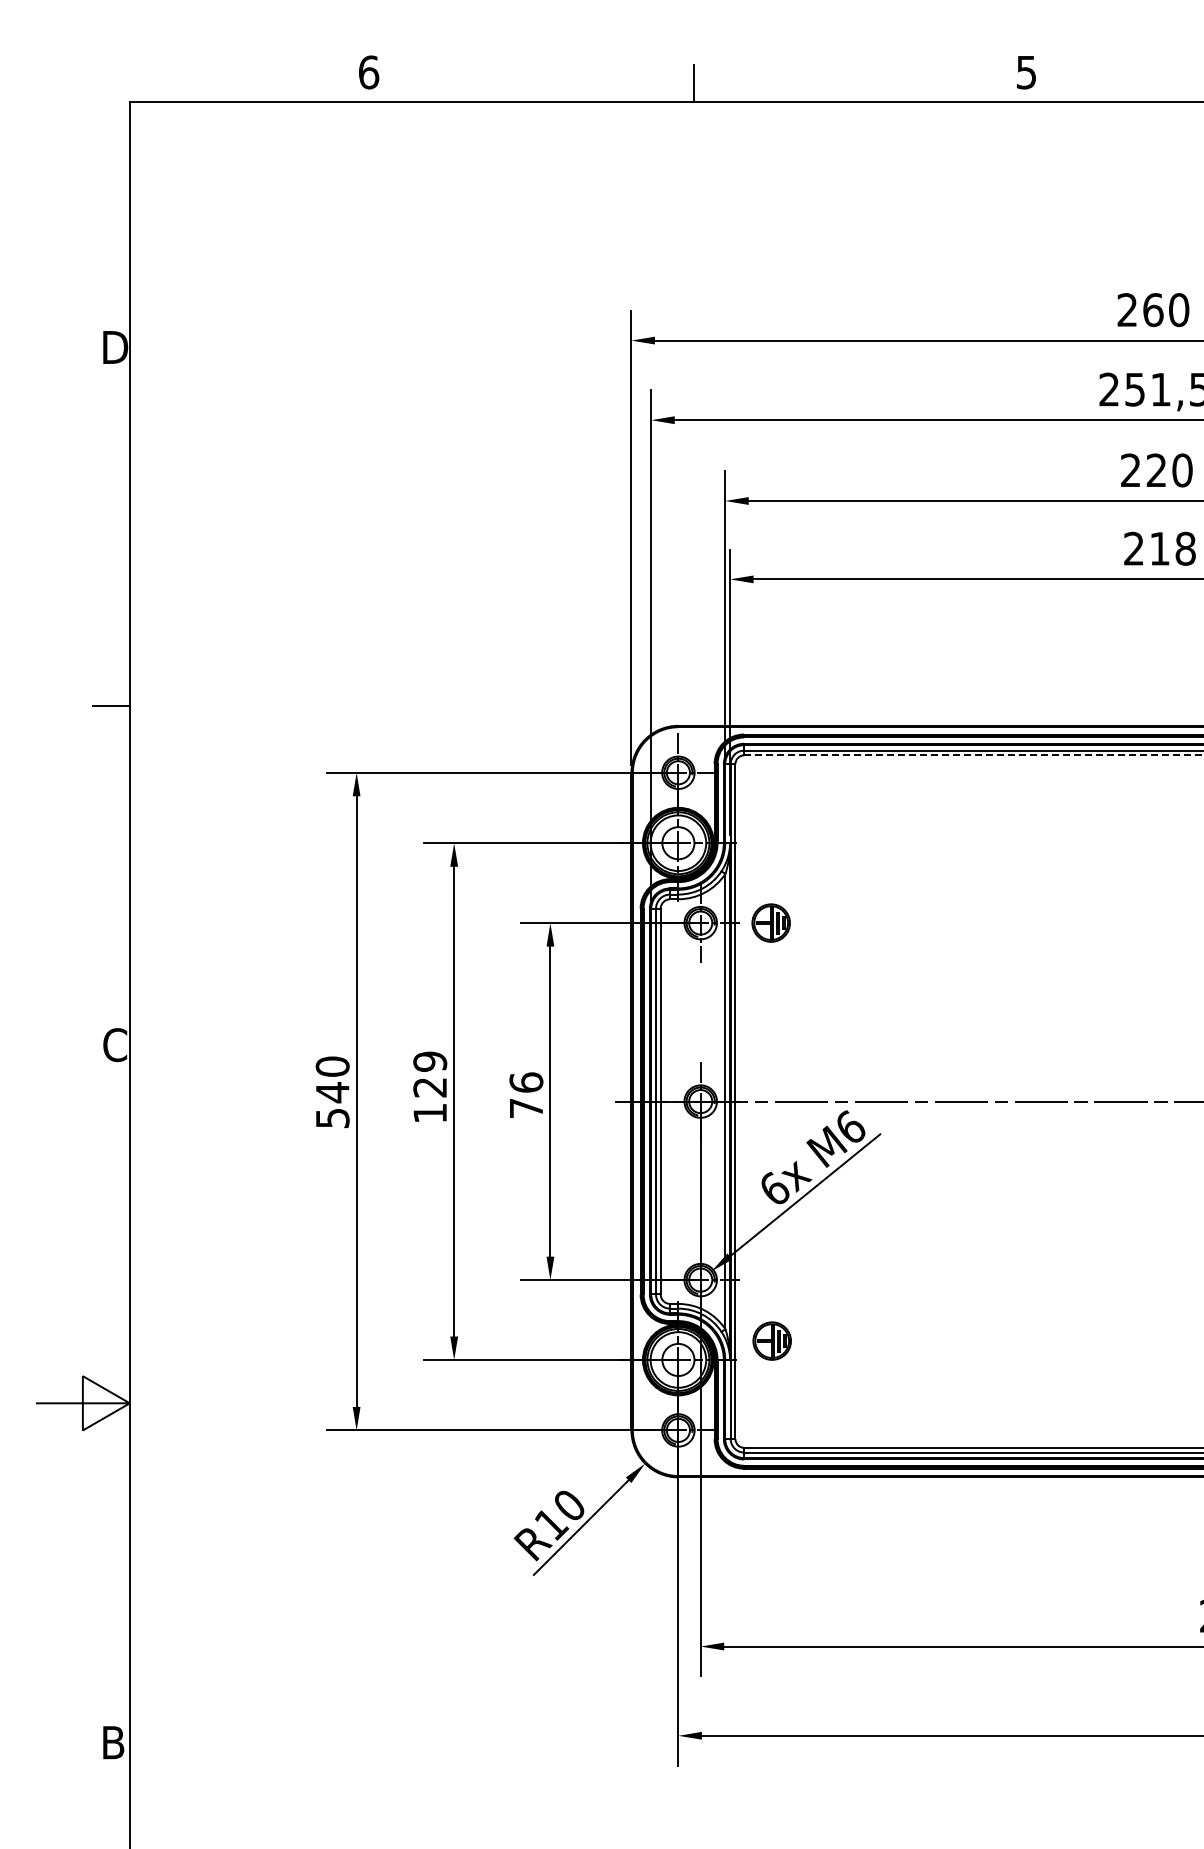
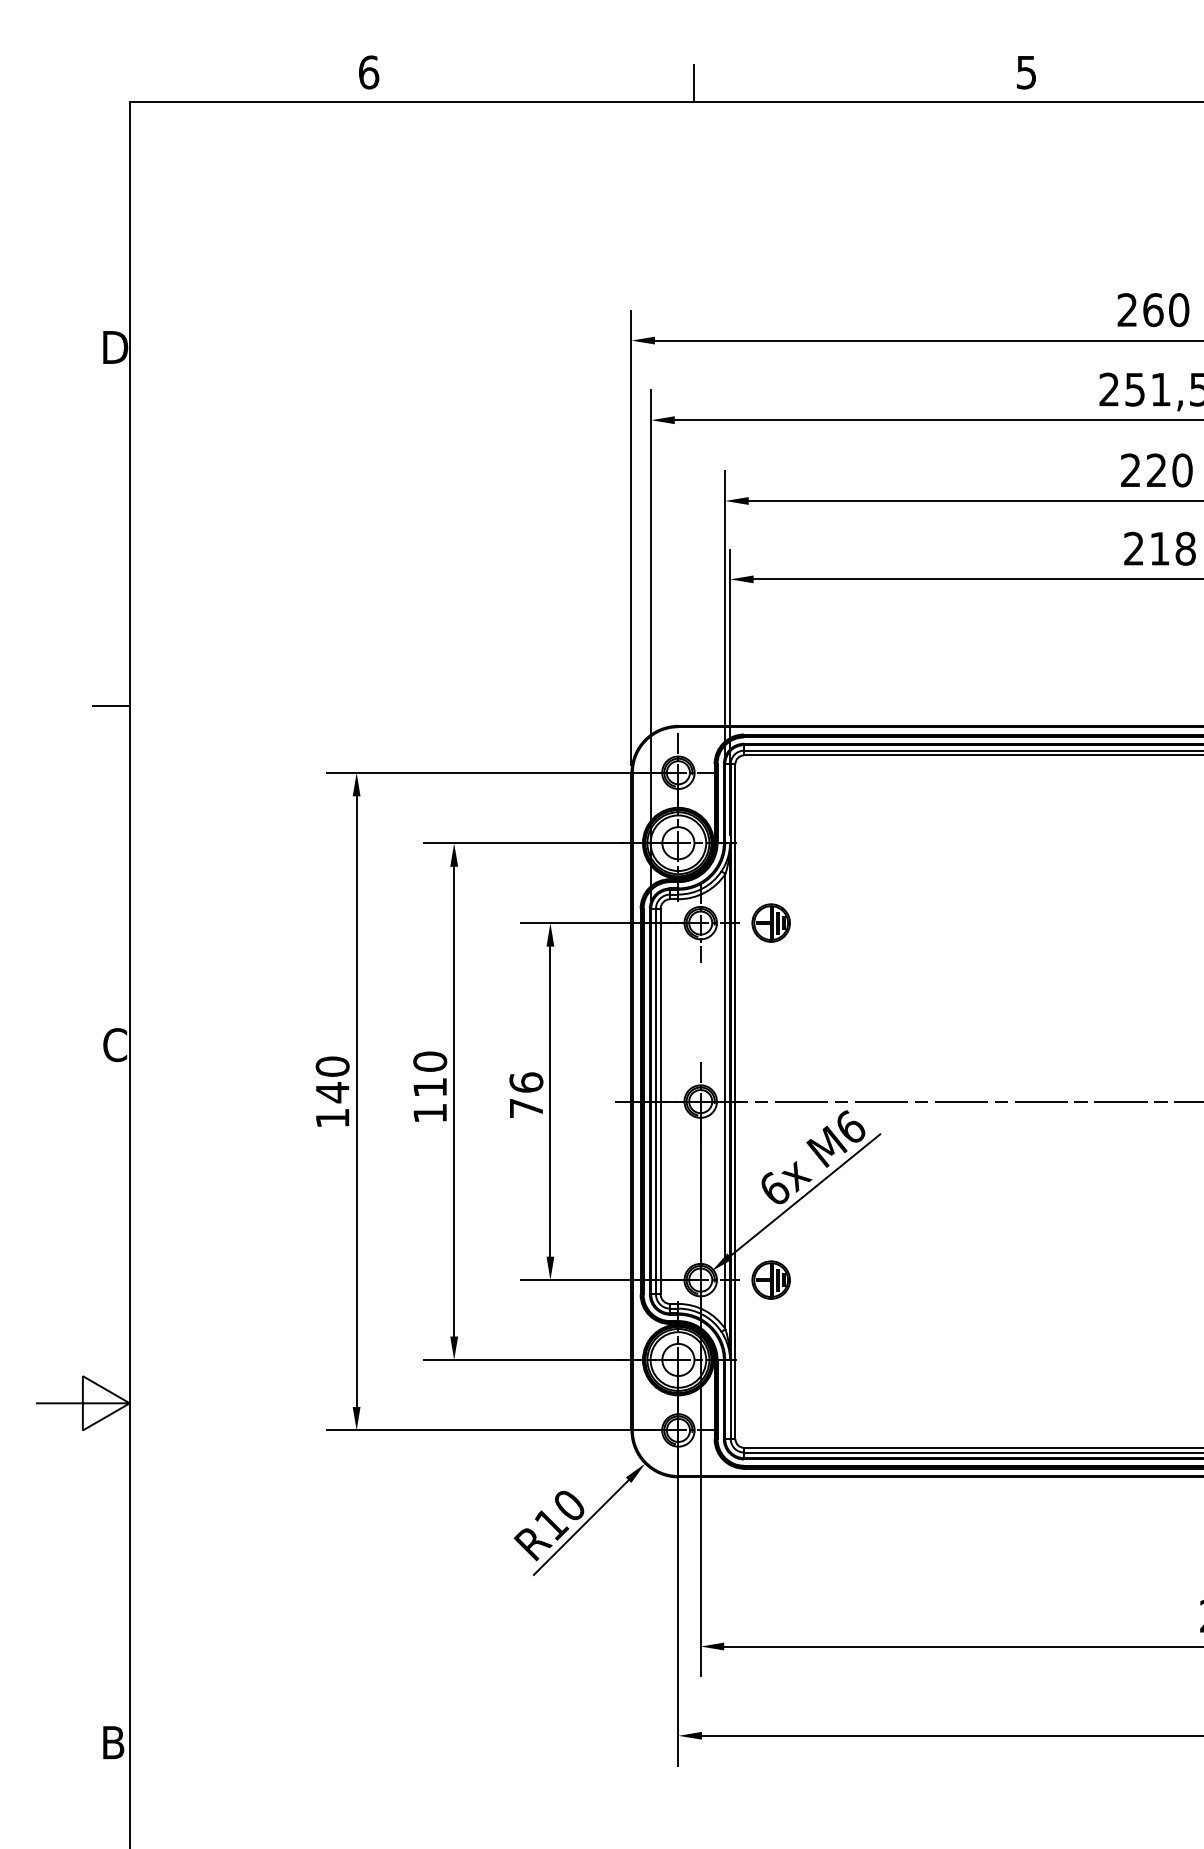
line at (974, 755): dashed -> solid
text at (430, 1074): 129 -> 110
text at (332, 1118): 540 -> 140
part at (771, 1340) position: (771, 1340) -> (770, 1279)
